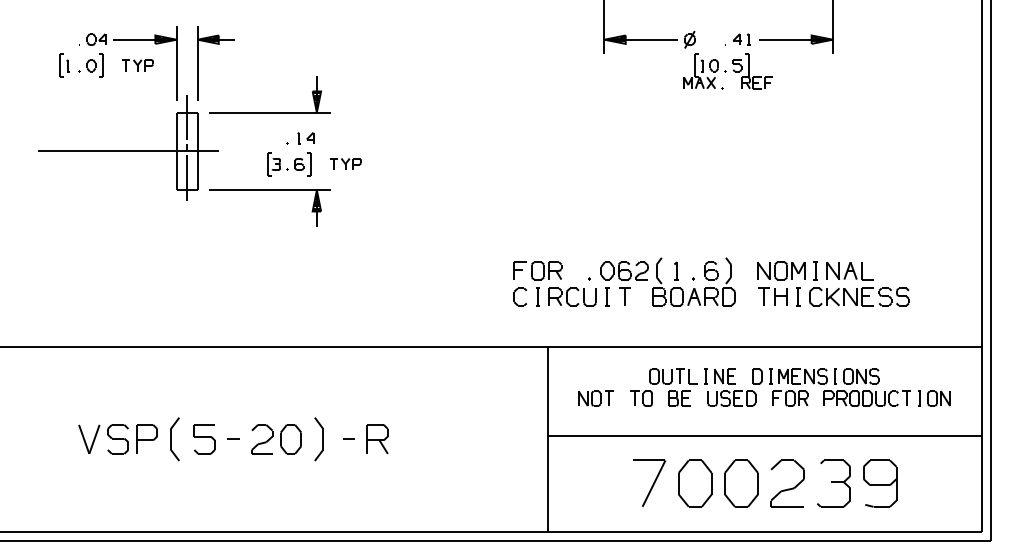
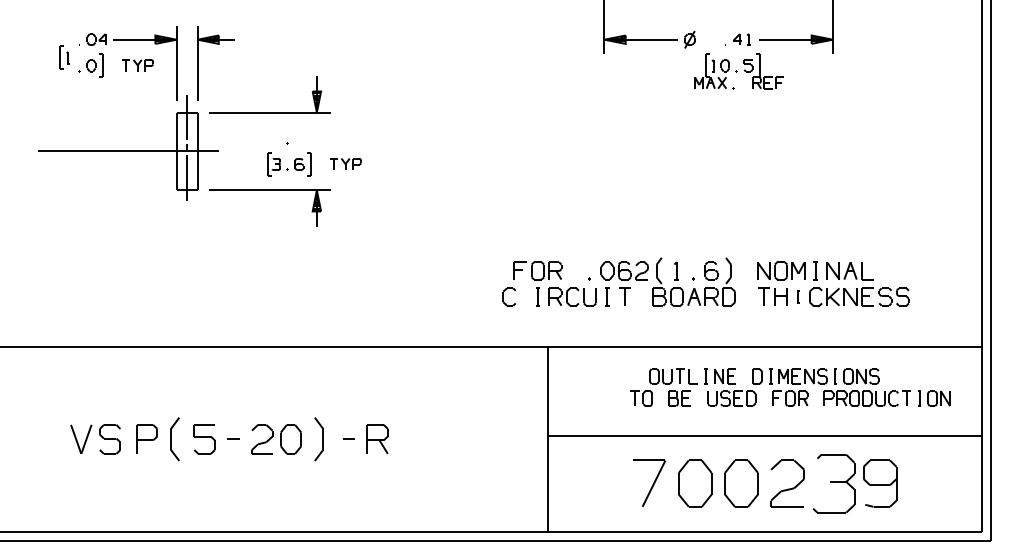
part at (64, 65) position: (64, 65) -> (64, 57)
part at (727, 71) position: (727, 71) -> (738, 71)
part at (305, 138): present -> none
part at (519, 296) position: (519, 296) -> (508, 296)
part at (798, 296) size: 5x20 px -> 3x14 px
part at (595, 398): present -> none
part at (103, 439) position: (103, 439) -> (95, 439)
part at (833, 483) size: 34x49 px -> 44x60 px
